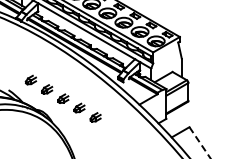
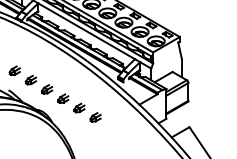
part at (14, 70): none -> present
line at (200, 142): dashed -> solid
